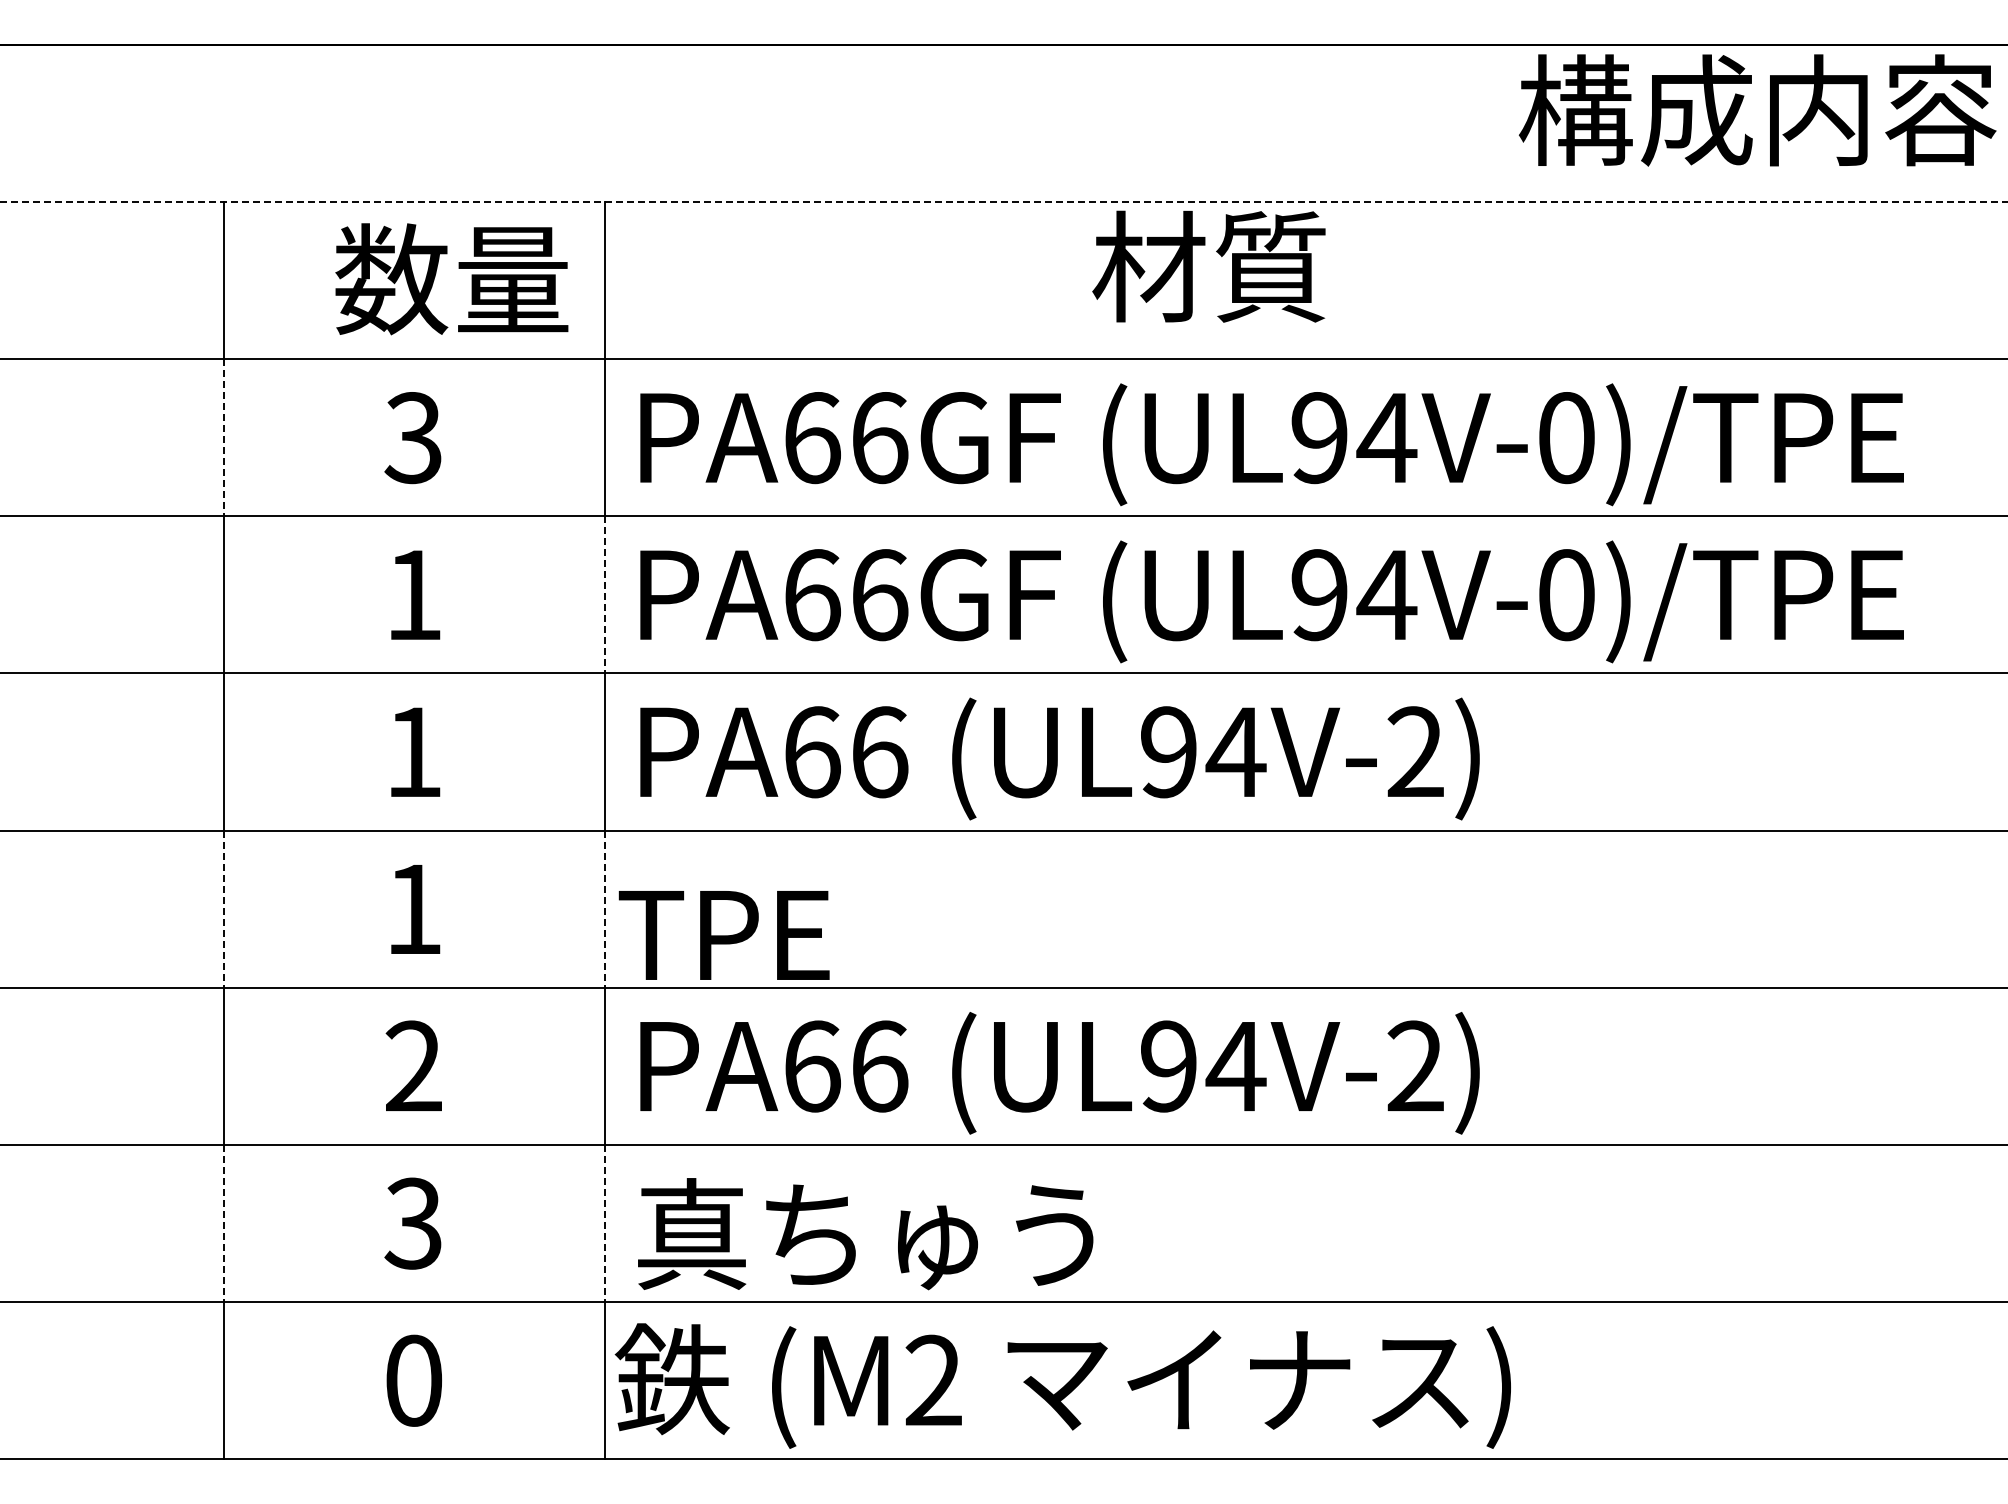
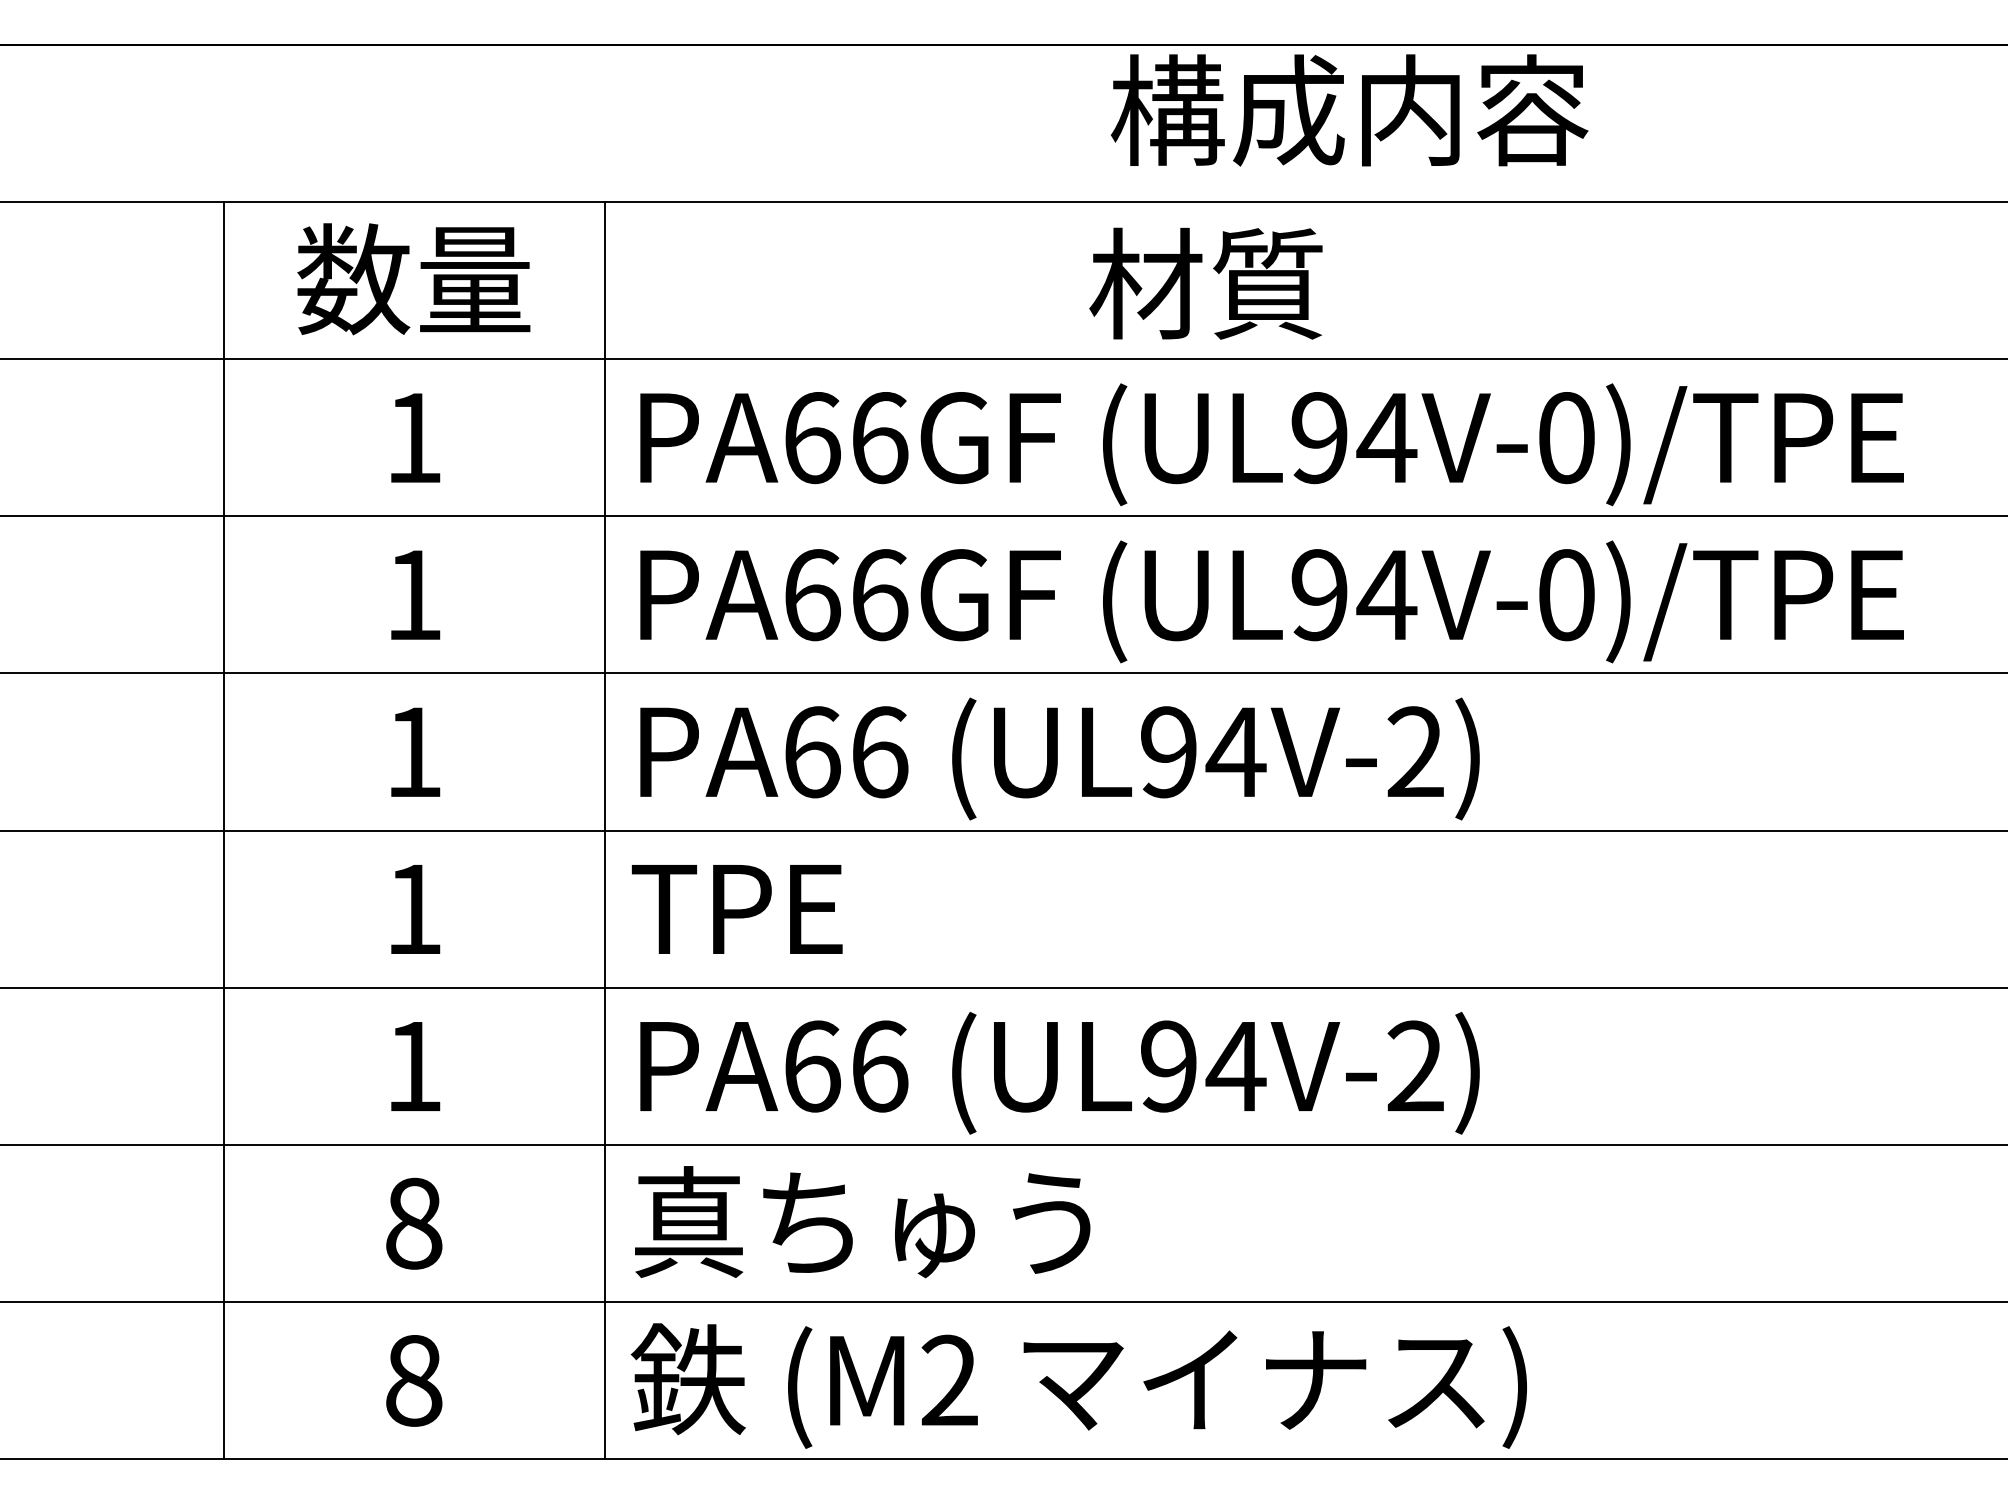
text at (1757, 110) position: (1757, 110) -> (1349, 110)
line at (1004, 202): dashed -> solid
text at (1208, 266) position: (1208, 266) -> (1205, 283)
text at (451, 279) position: (451, 279) -> (413, 279)
line at (223, 437): dashed -> solid
text at (412, 438): 3 -> 1
line at (605, 594): dashed -> solid
line at (223, 909): dashed -> solid
line at (605, 909): dashed -> solid
text at (723, 935) position: (723, 935) -> (736, 909)
text at (413, 1065): 2 -> 1
line at (223, 1223): dashed -> solid
text at (413, 1223): 3 -> 8
line at (605, 1223): dashed -> solid
text at (865, 1234) position: (865, 1234) -> (862, 1222)
text at (414, 1380): 0 -> 8
text at (1062, 1385) position: (1062, 1385) -> (1078, 1385)
